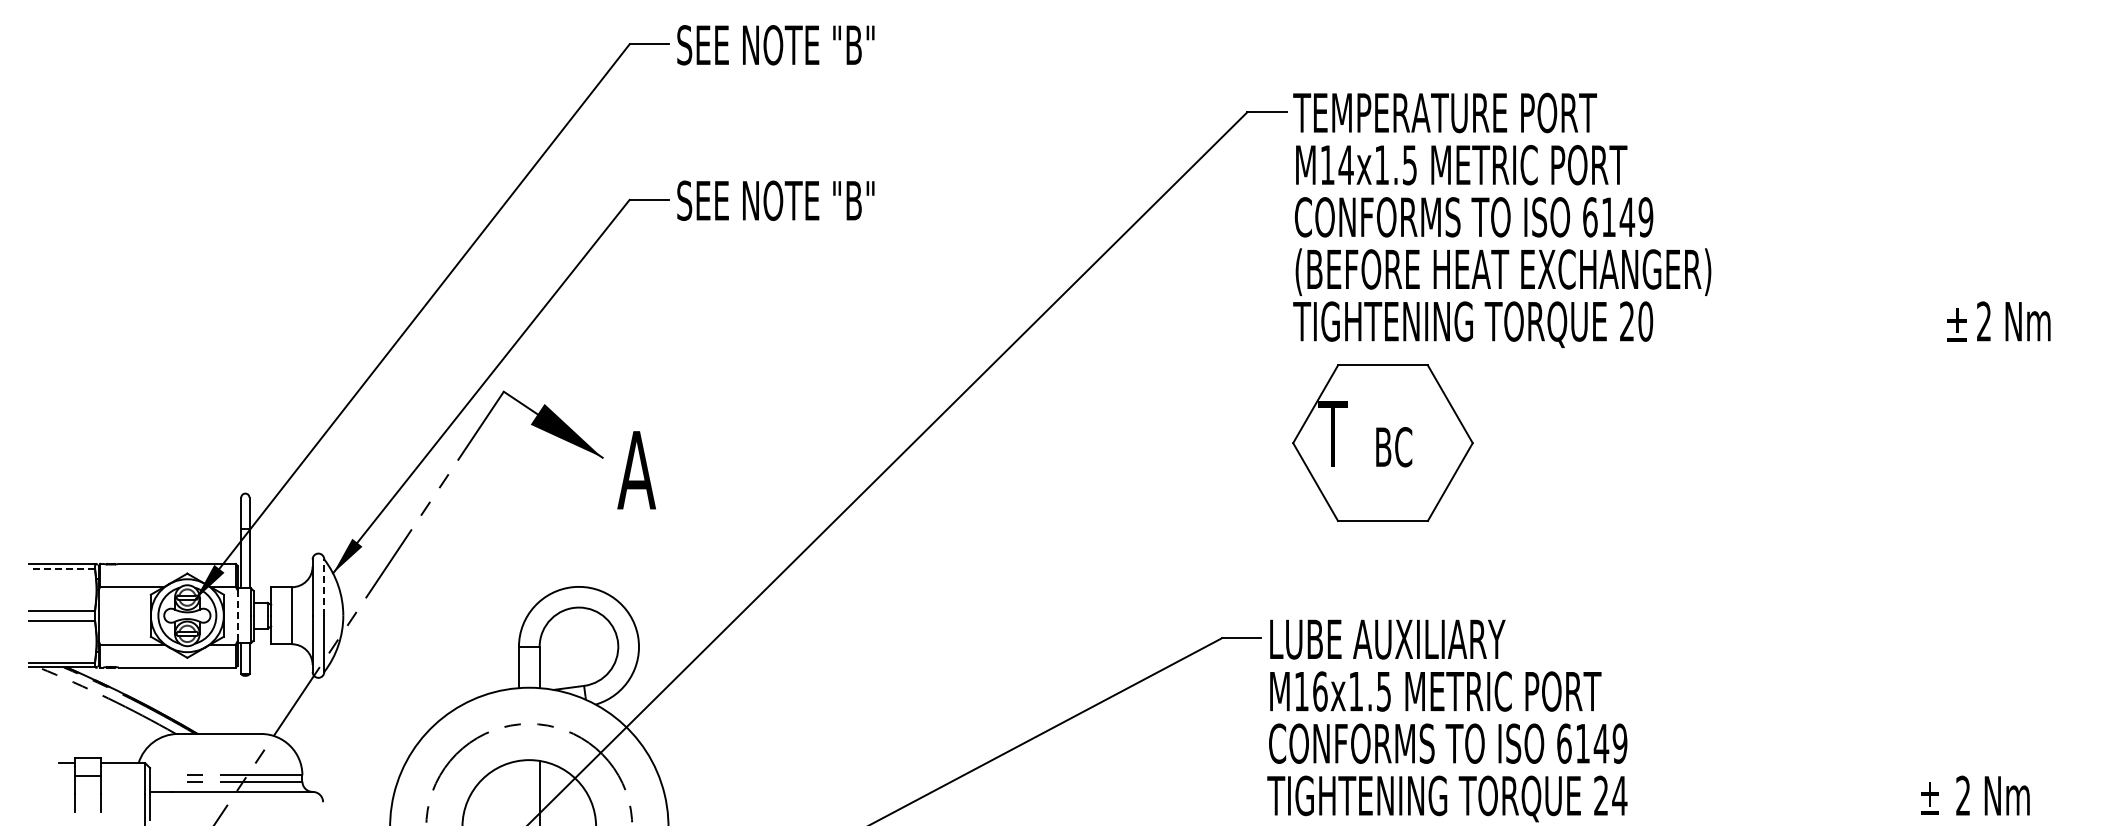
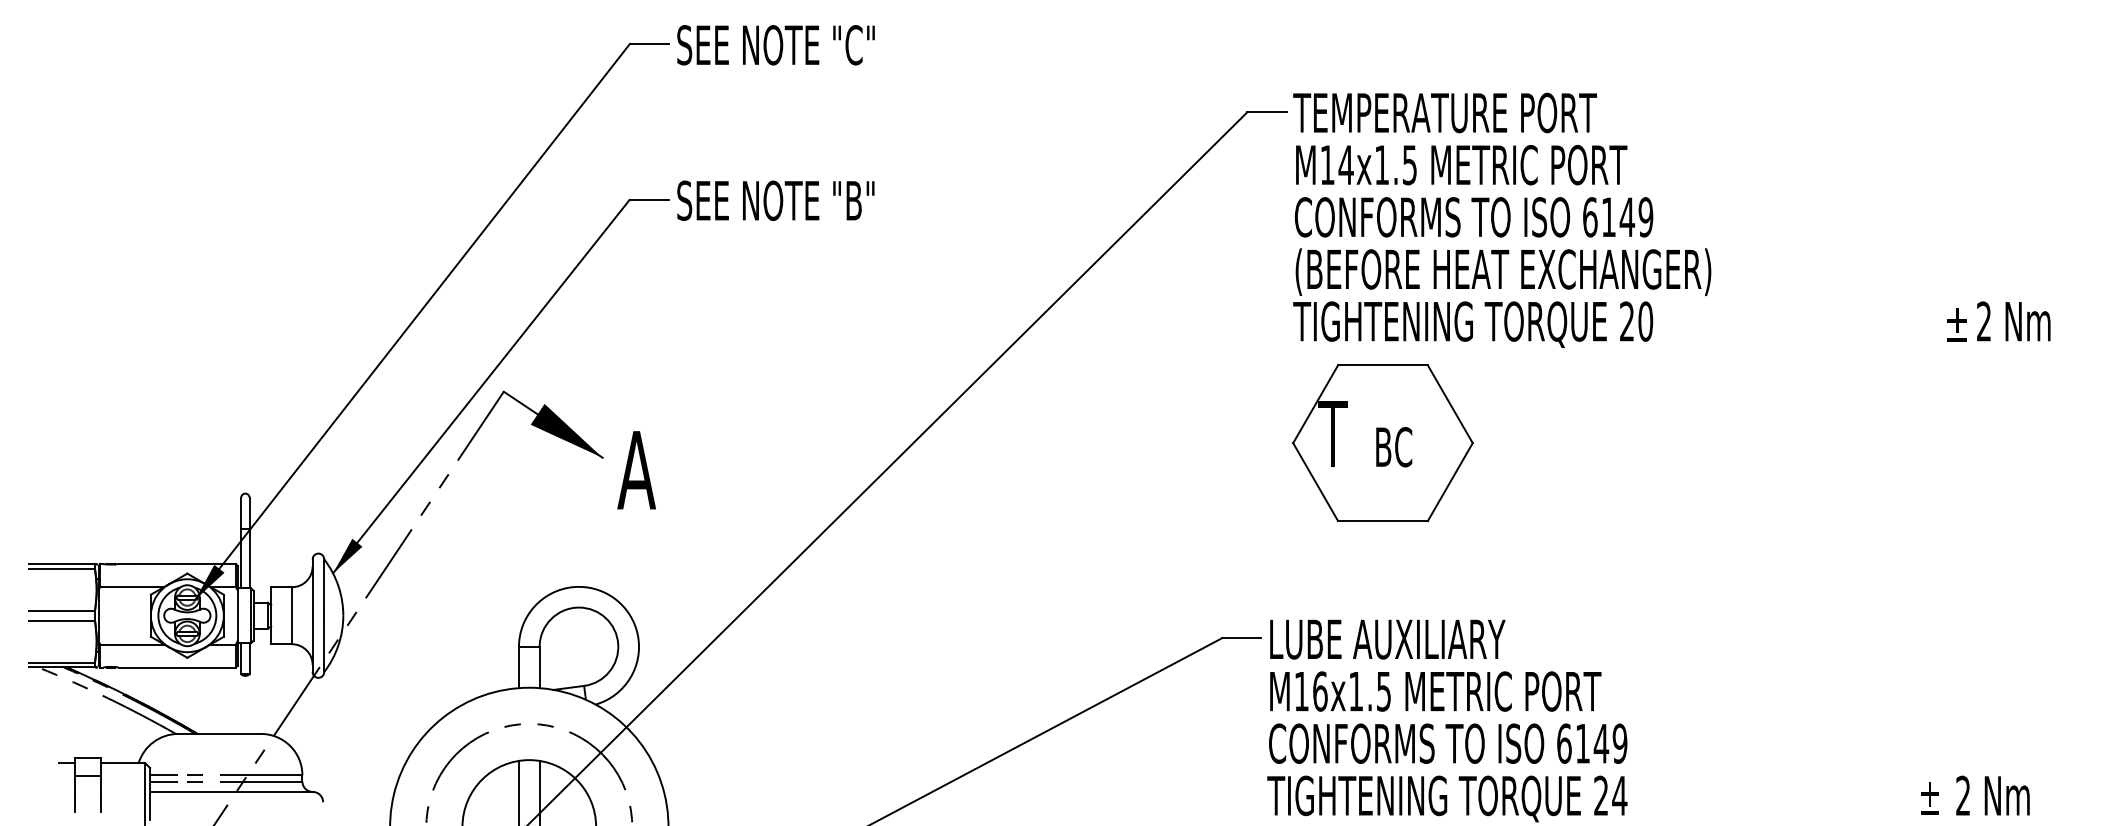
text at (859, 45): SEE NOTE "B" -> SEE NOTE "C"
line at (62, 568): dashed -> solid
line at (324, 587): dashed -> solid
line at (237, 615): dashed -> solid
line at (163, 775): none -> present
line at (163, 781): none -> present
line at (518, 791): none -> present
